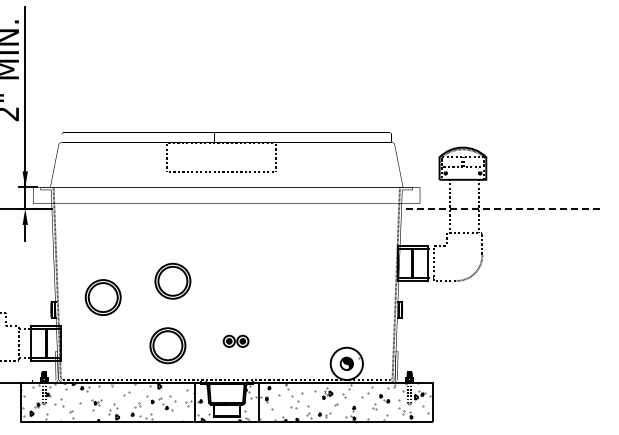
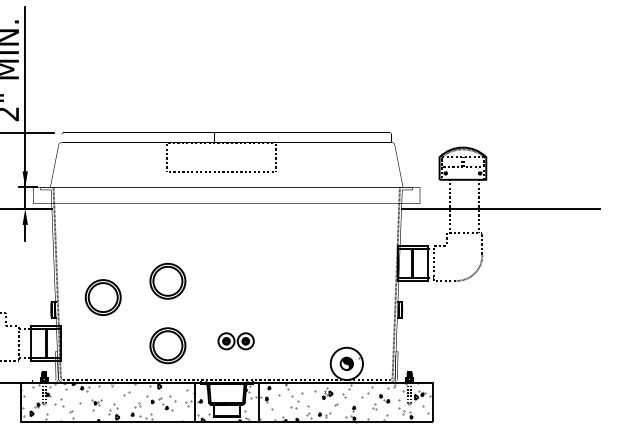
line at (27, 132): none -> present
line at (500, 208): dashed -> solid
part at (172, 280) position: (172, 280) -> (167, 280)
part at (235, 340) size: 28x14 px -> 38x19 px
